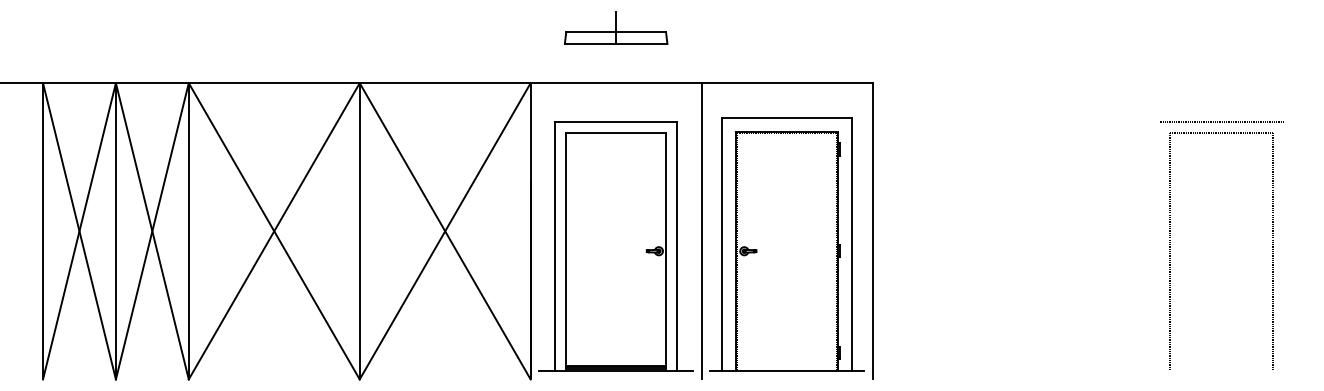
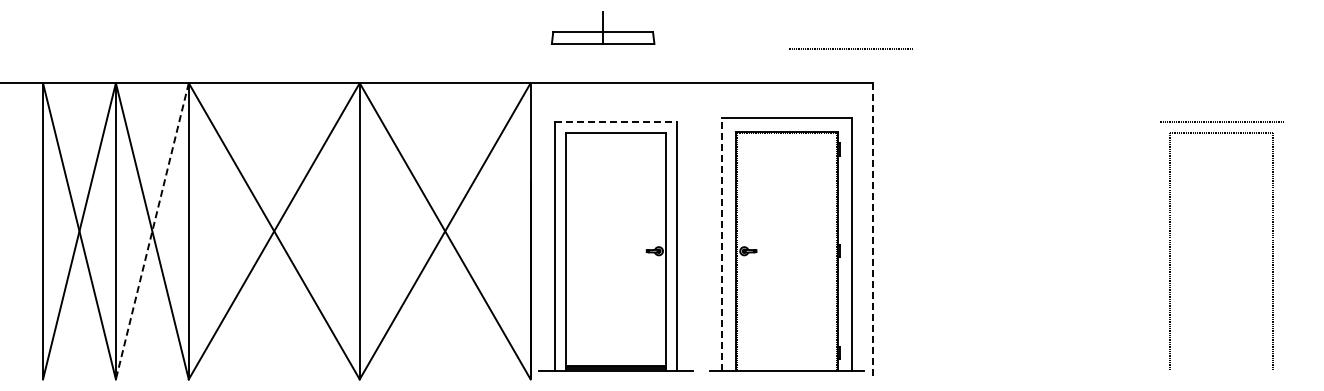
part at (616, 27) position: (616, 27) -> (603, 27)
line at (849, 48): none -> present
line at (616, 121): solid -> dashed
line at (152, 231): solid -> dashed
line at (701, 231): present -> none
line at (872, 231): solid -> dashed
line at (722, 244): solid -> dashed
